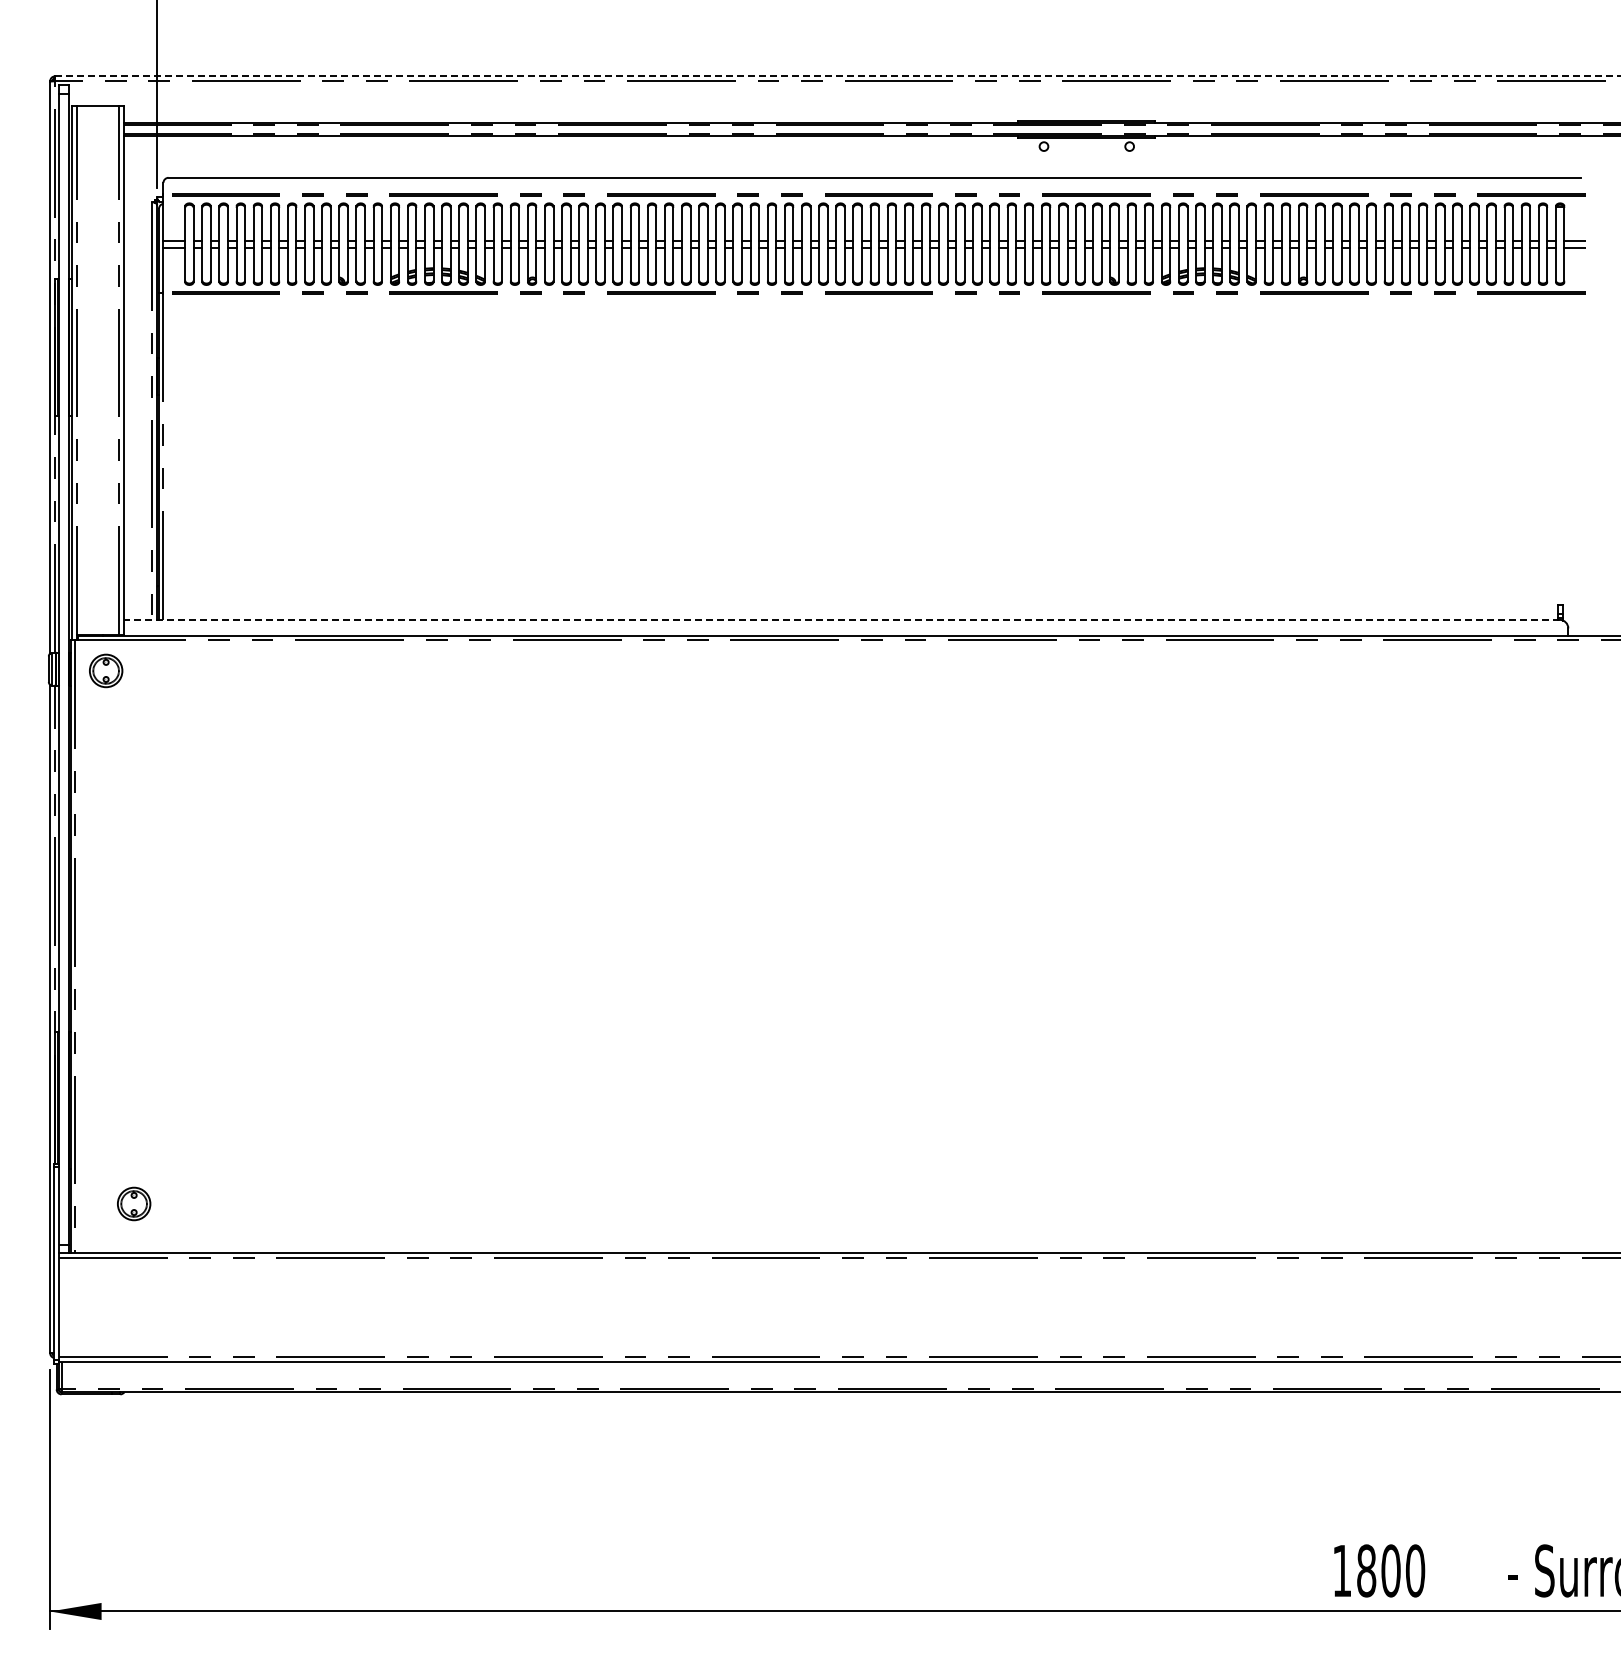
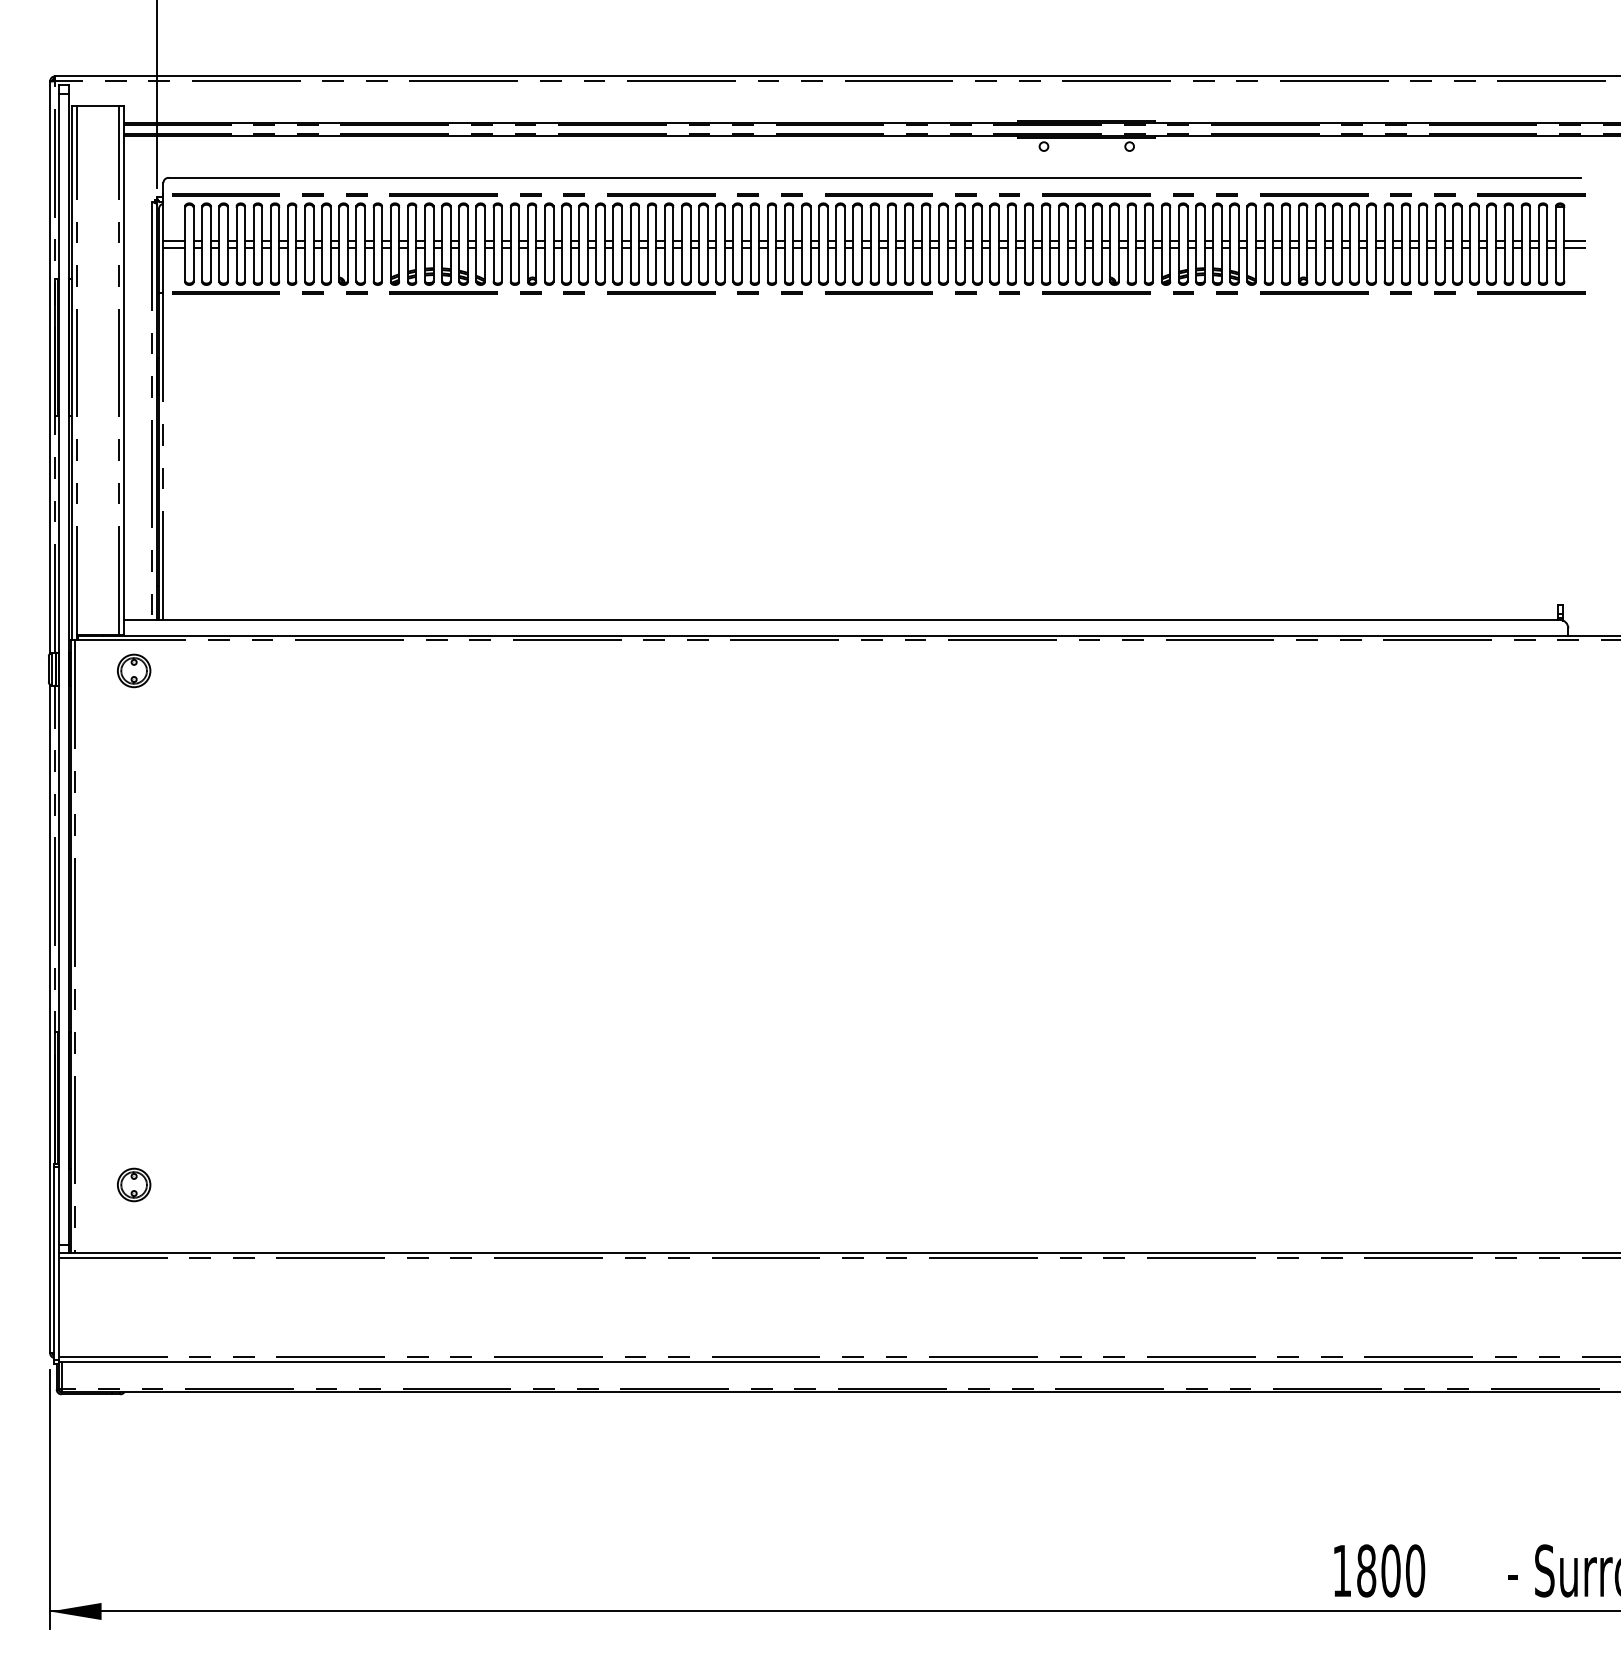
line at (837, 76): dashed -> solid
line at (841, 619): dashed -> solid
part at (106, 670) position: (106, 670) -> (134, 670)
part at (134, 1203) position: (134, 1203) -> (134, 1184)
